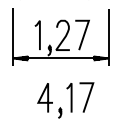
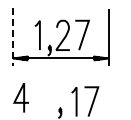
line at (13, 37): solid -> dashed
line at (42, 97) position: (42, 97) -> (18, 97)
part at (86, 99) position: (86, 99) -> (91, 103)
